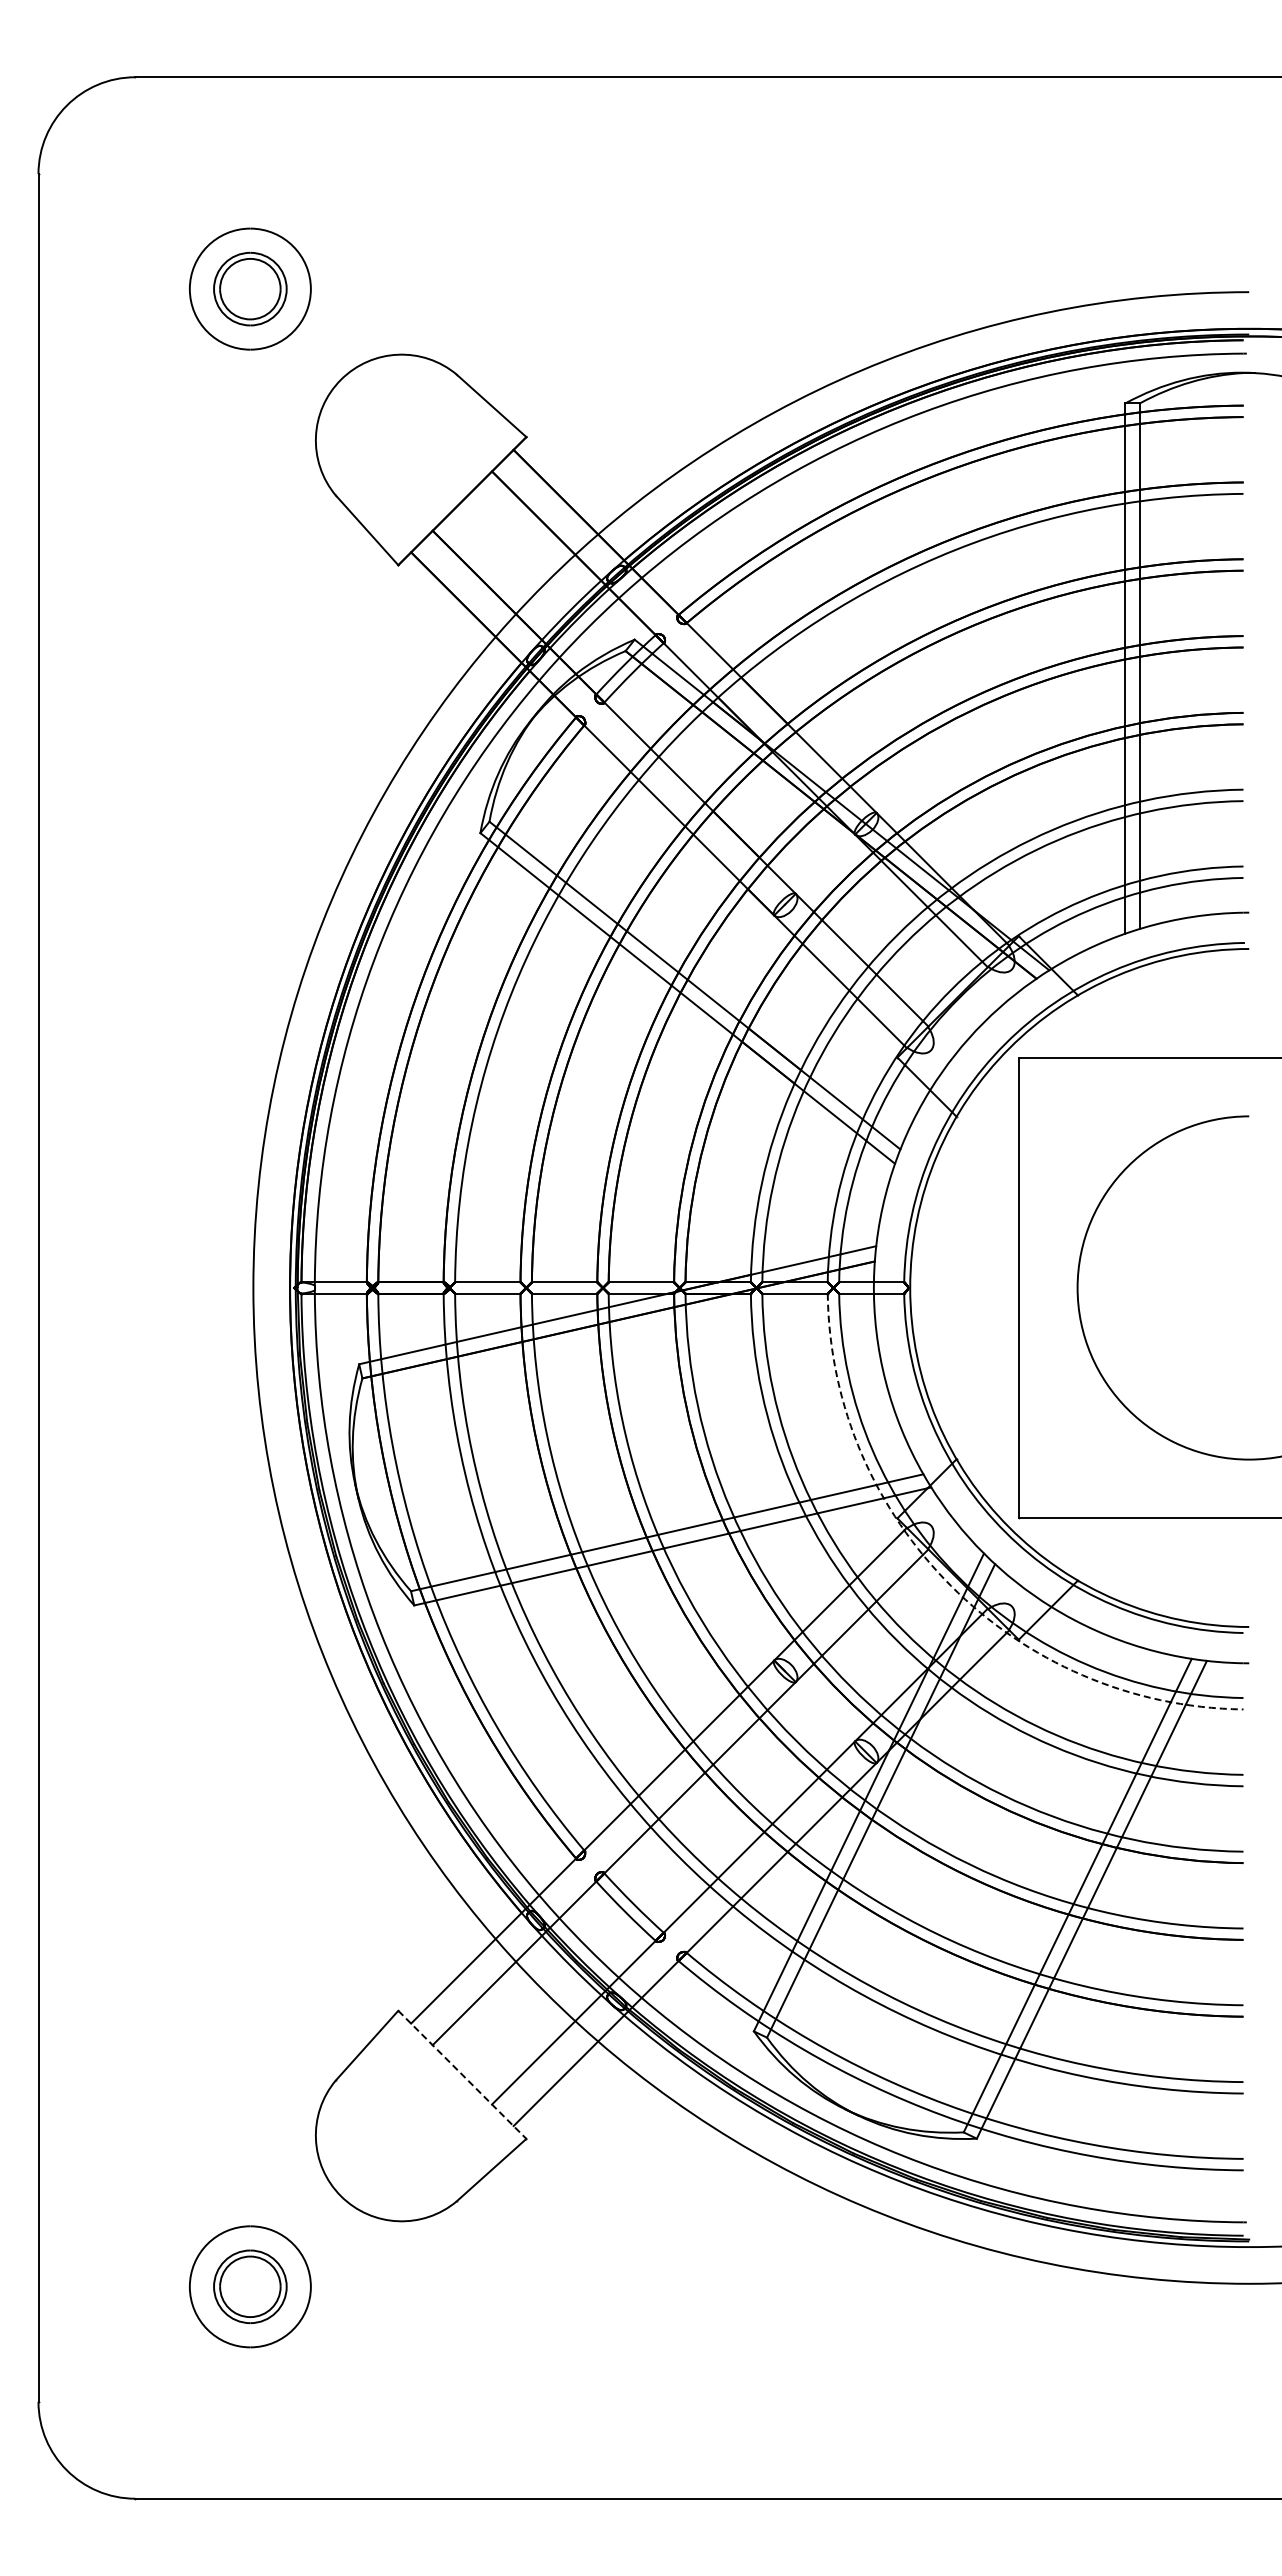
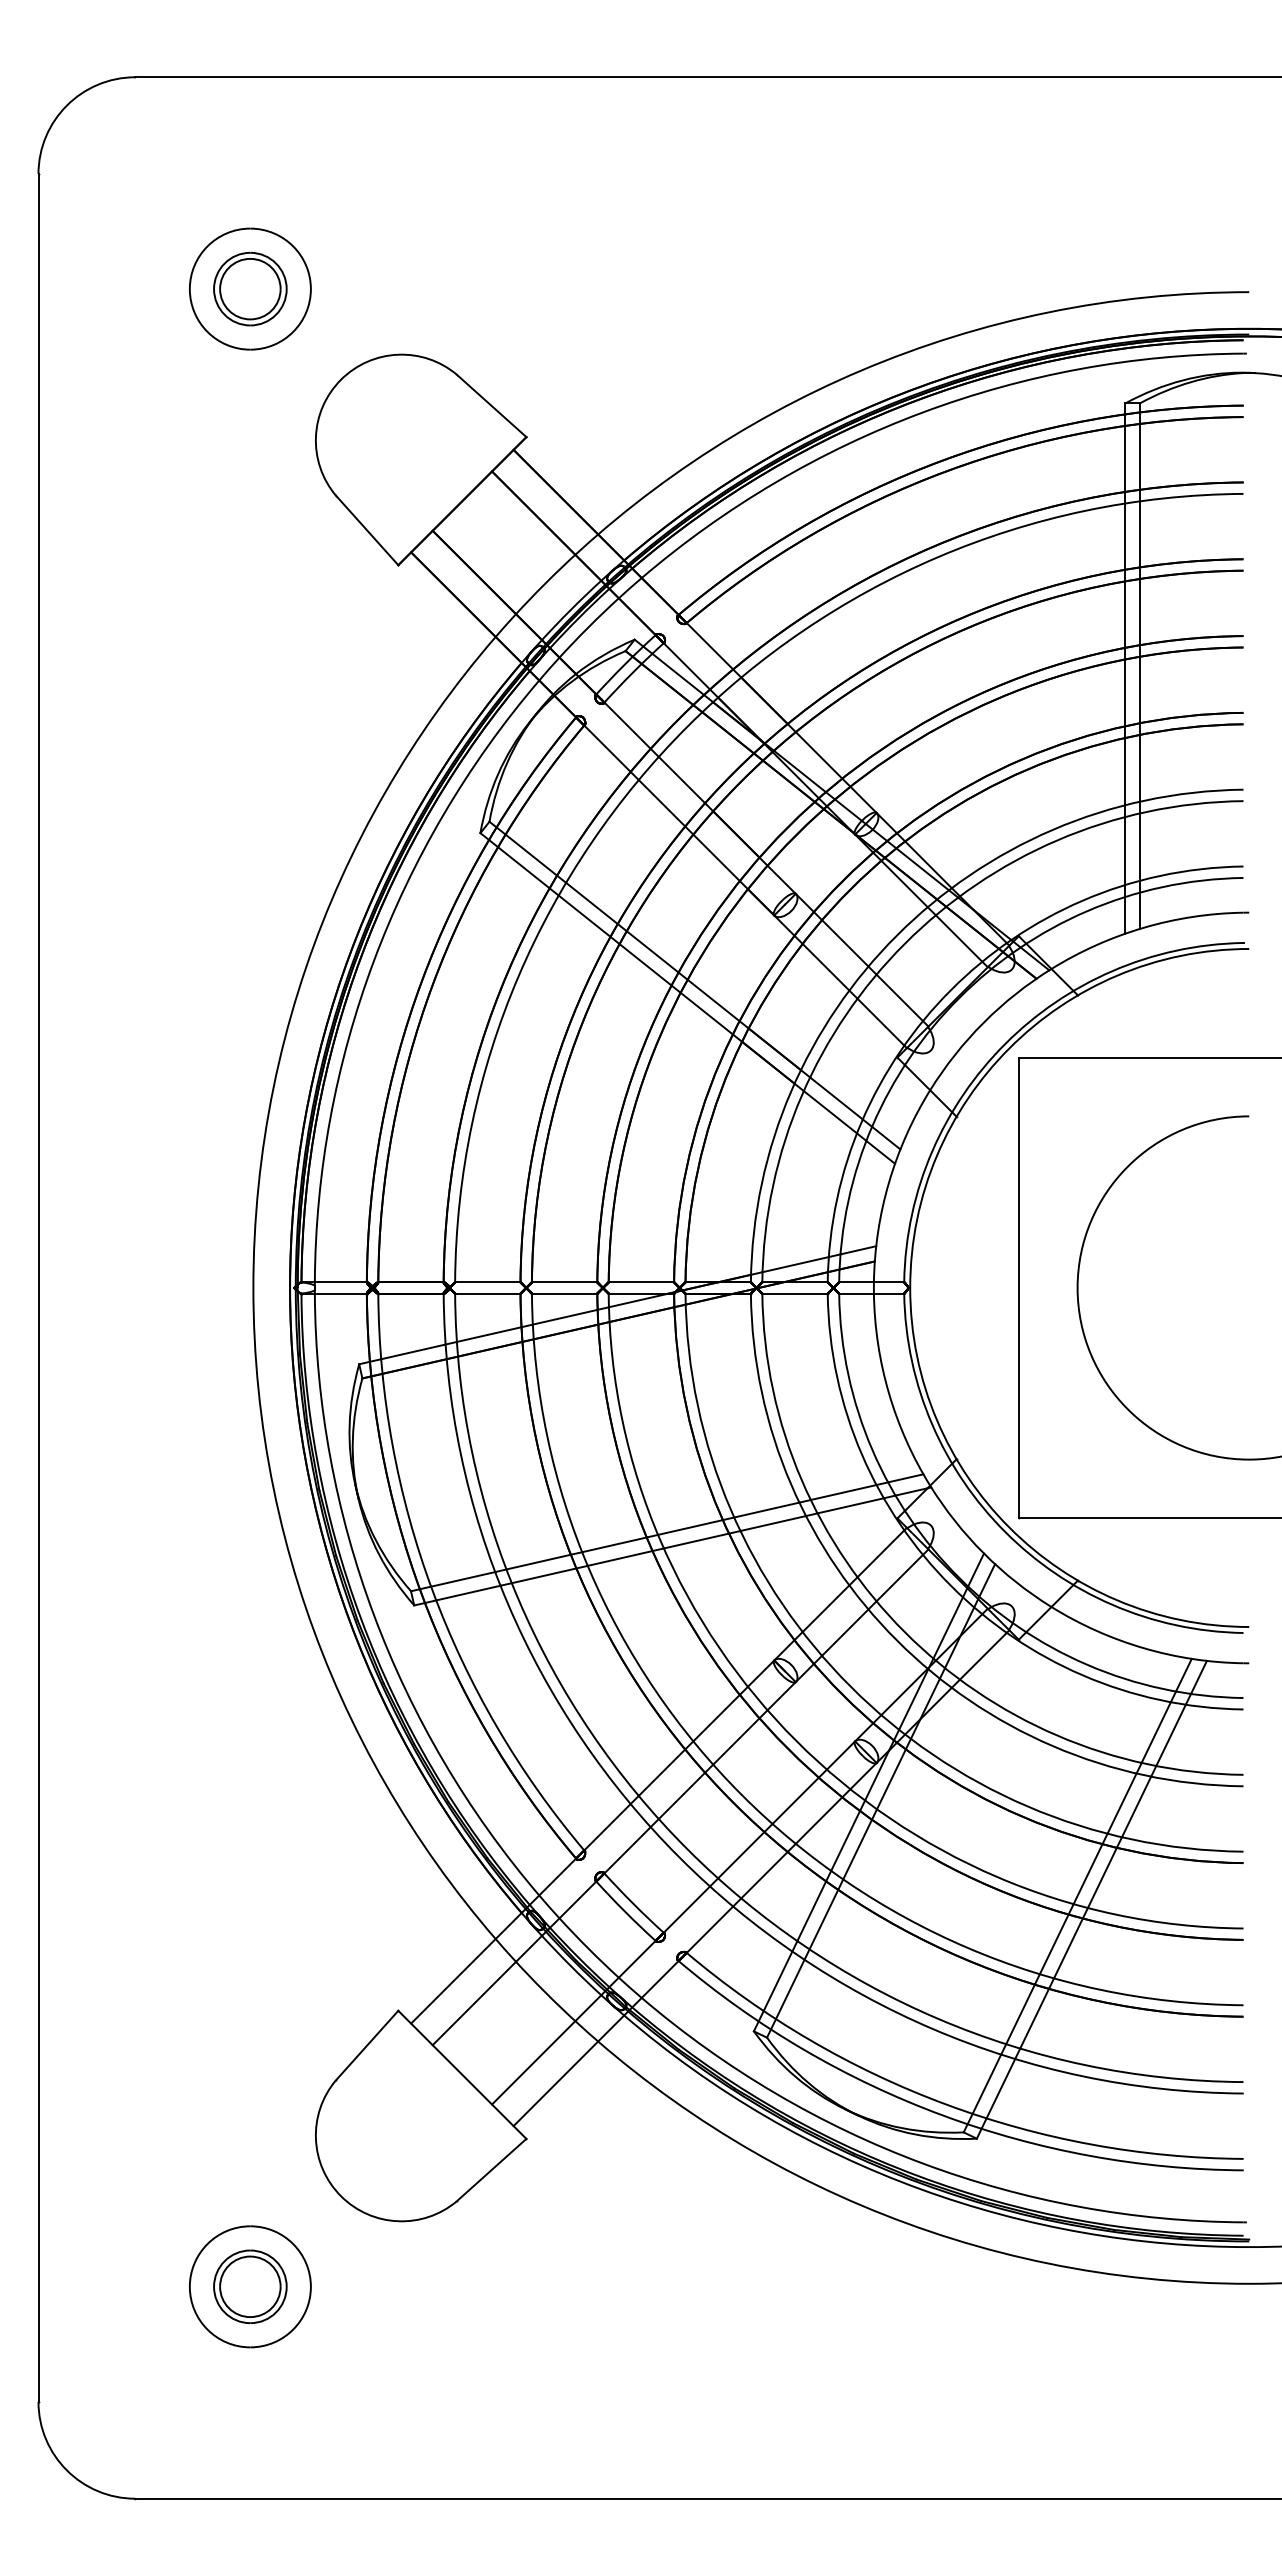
arc at (951, 1586): dashed -> solid
line at (462, 2074): dashed -> solid
